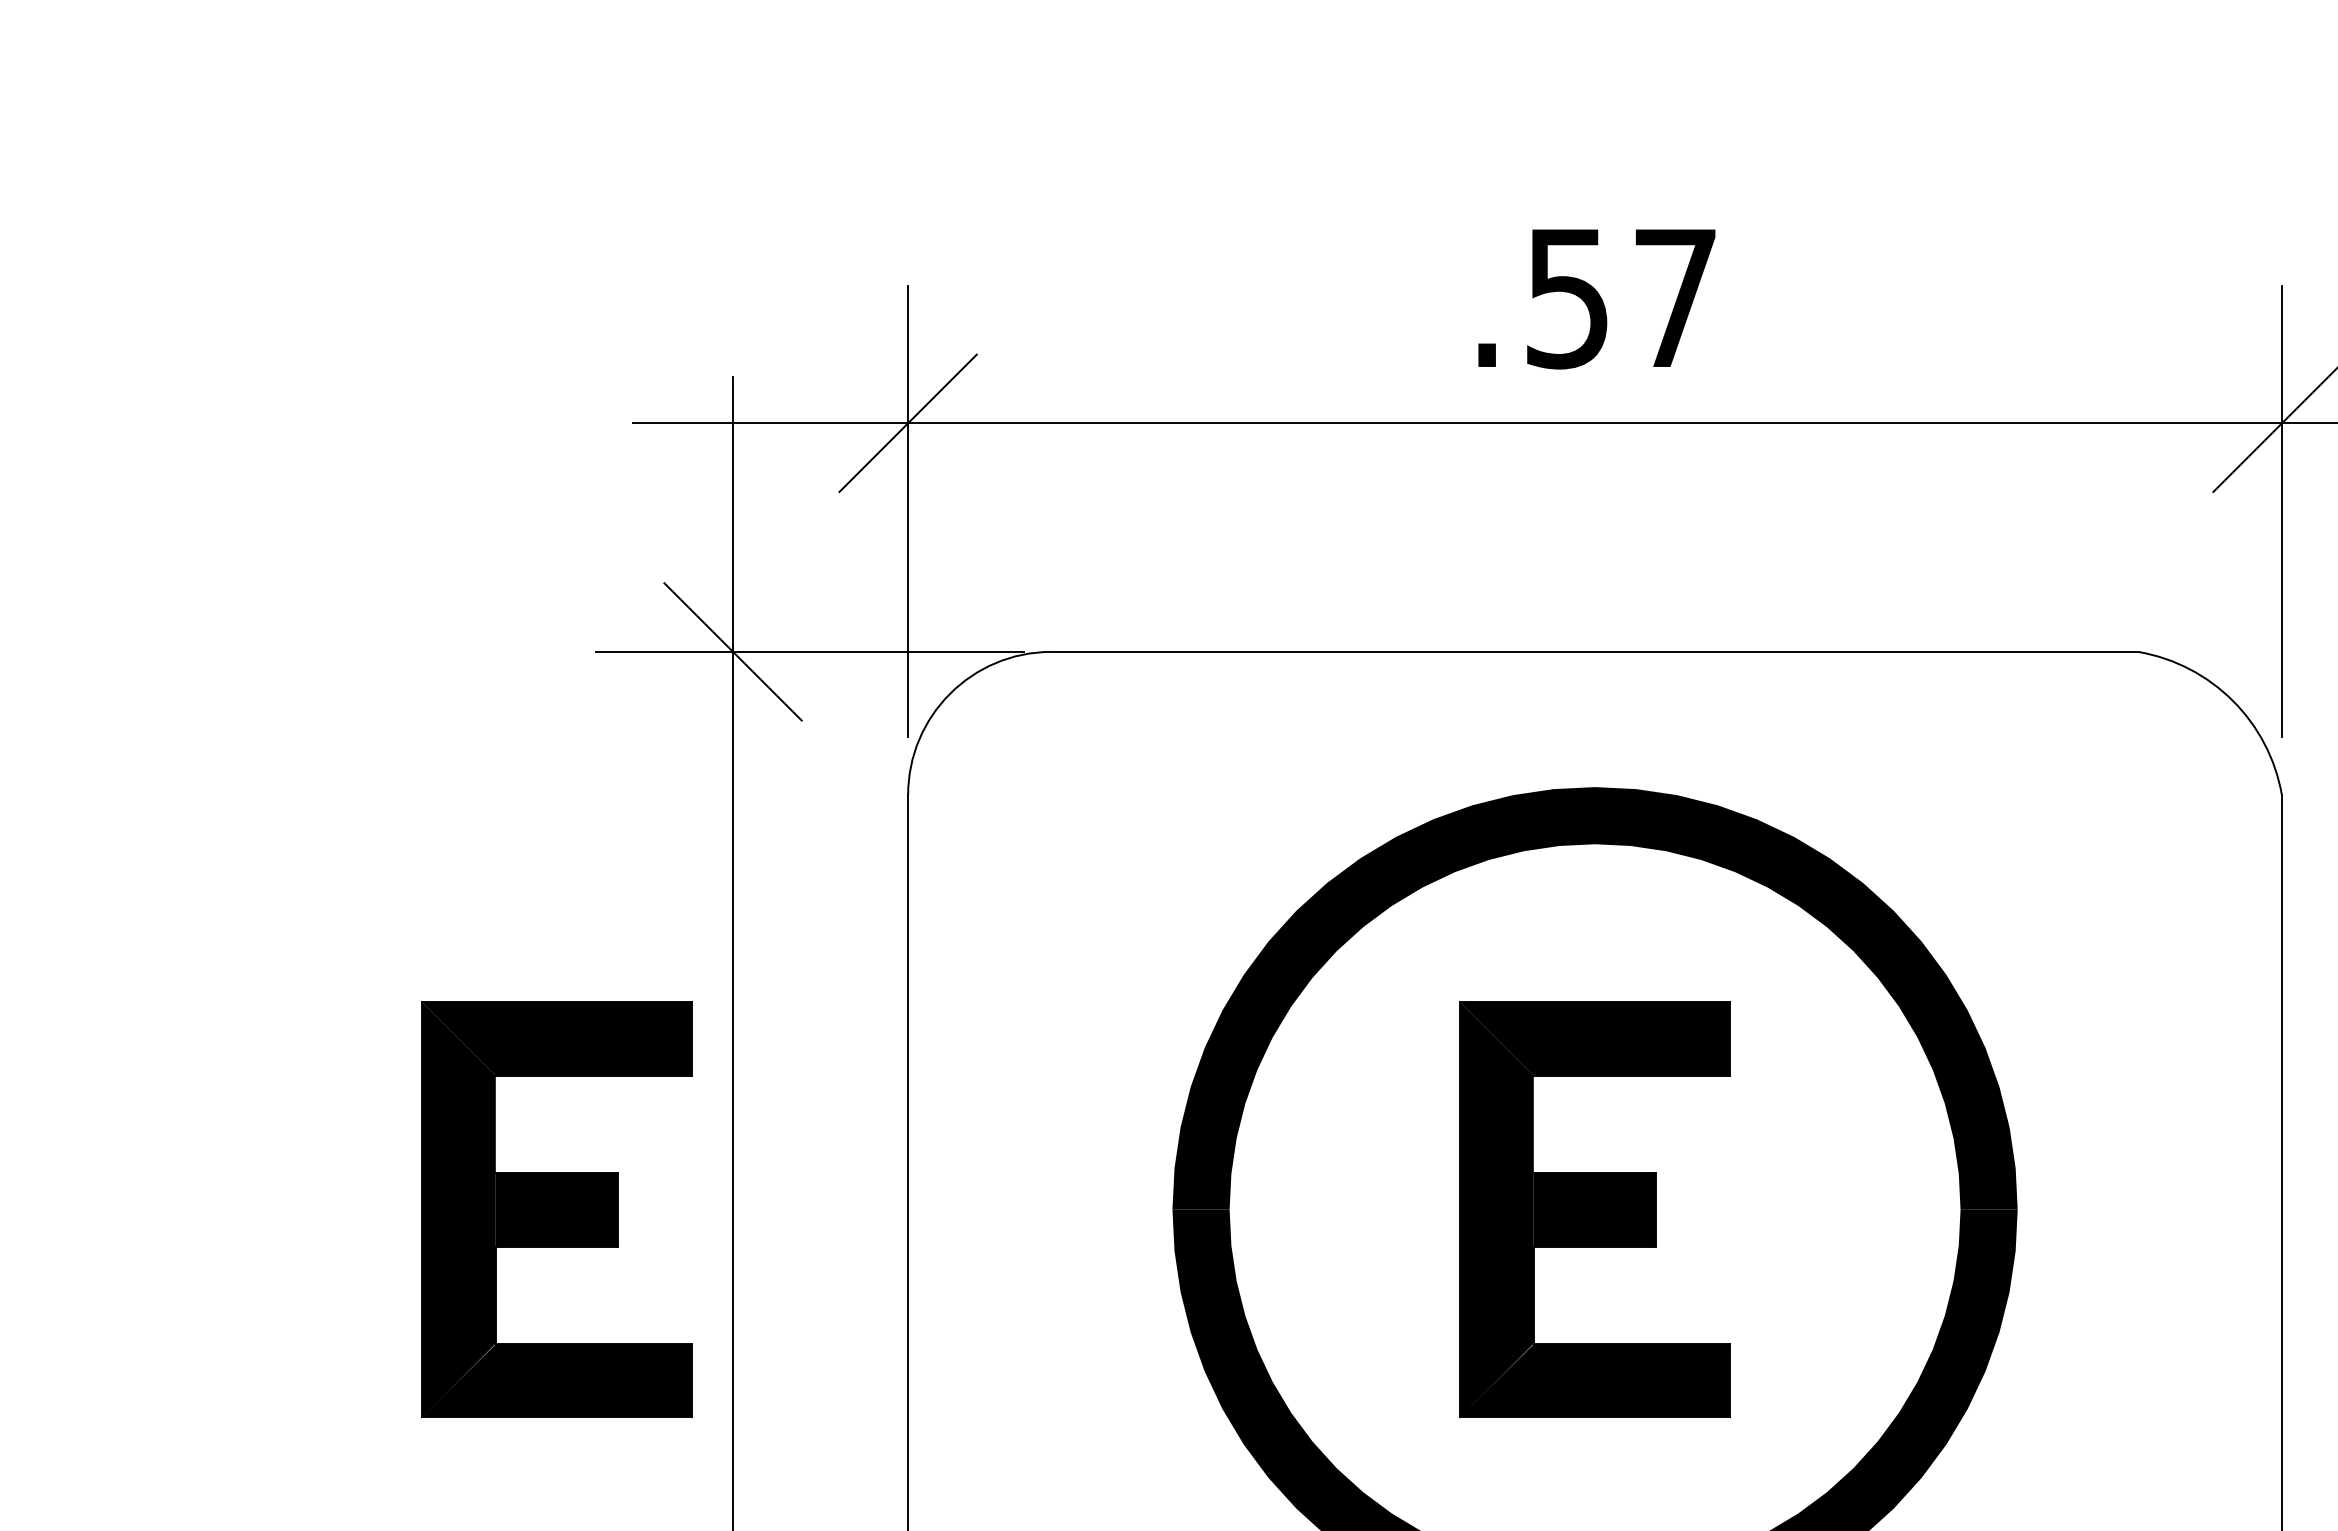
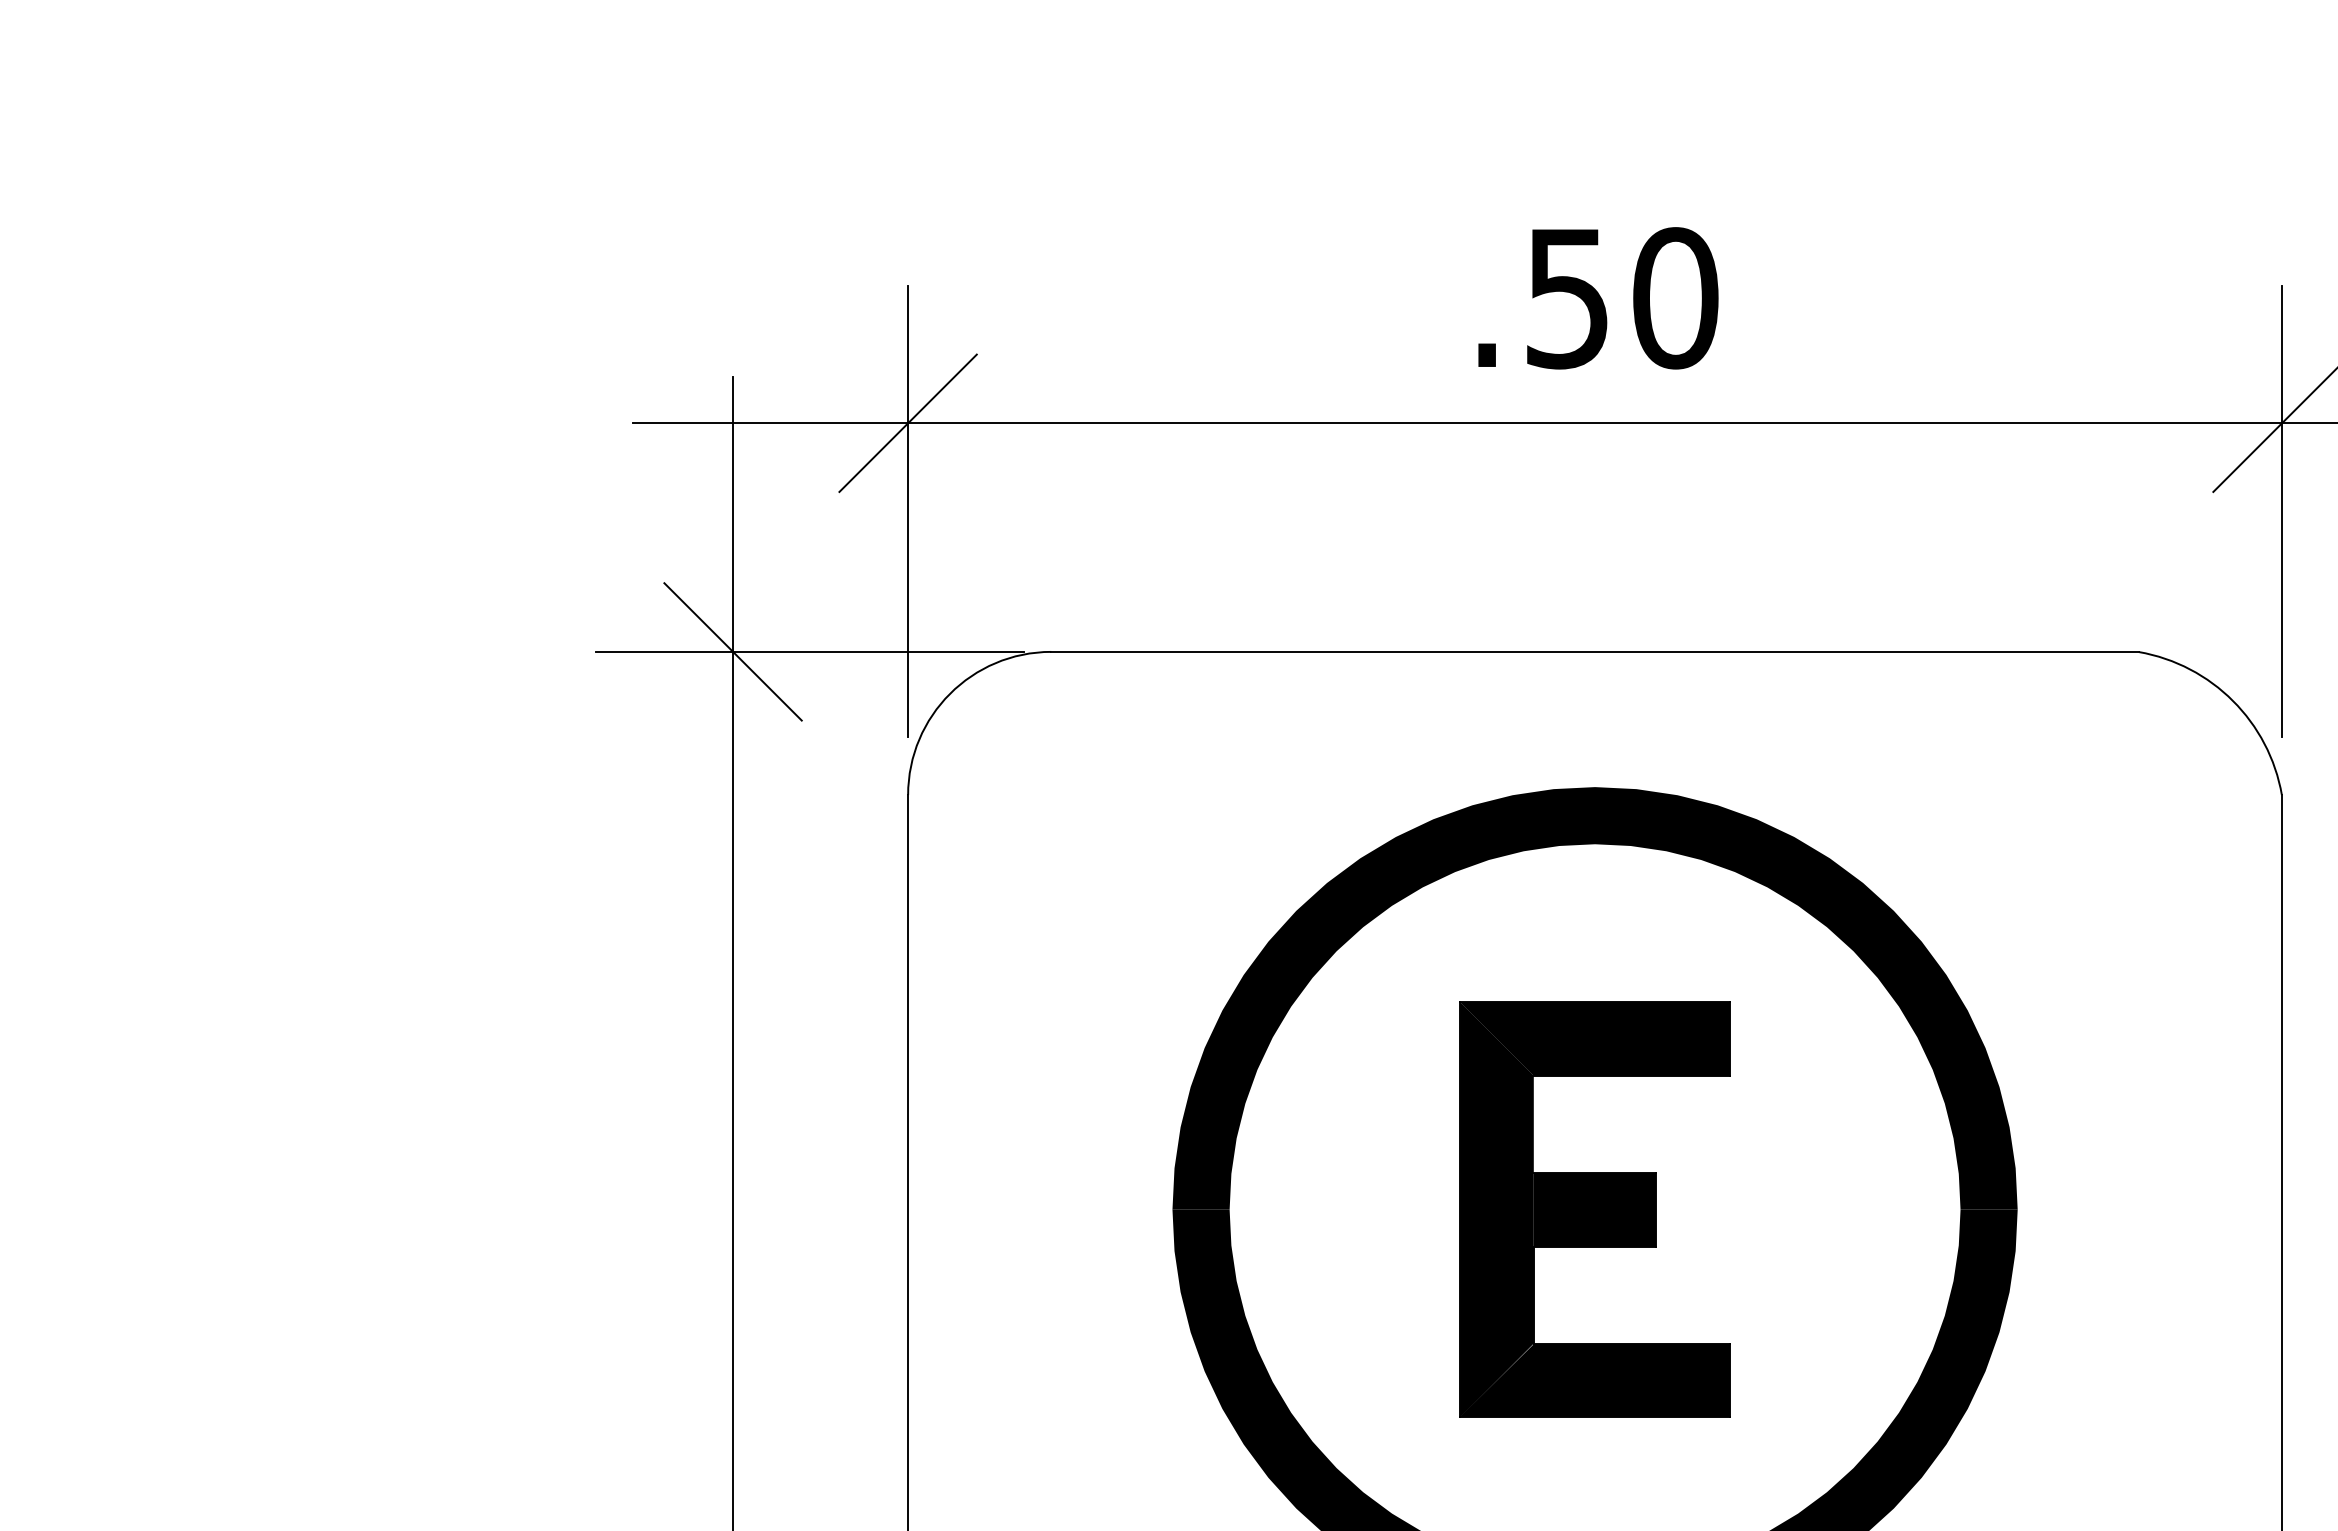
text at (1675, 298): .57 -> .50
part at (556, 1209): present -> none
